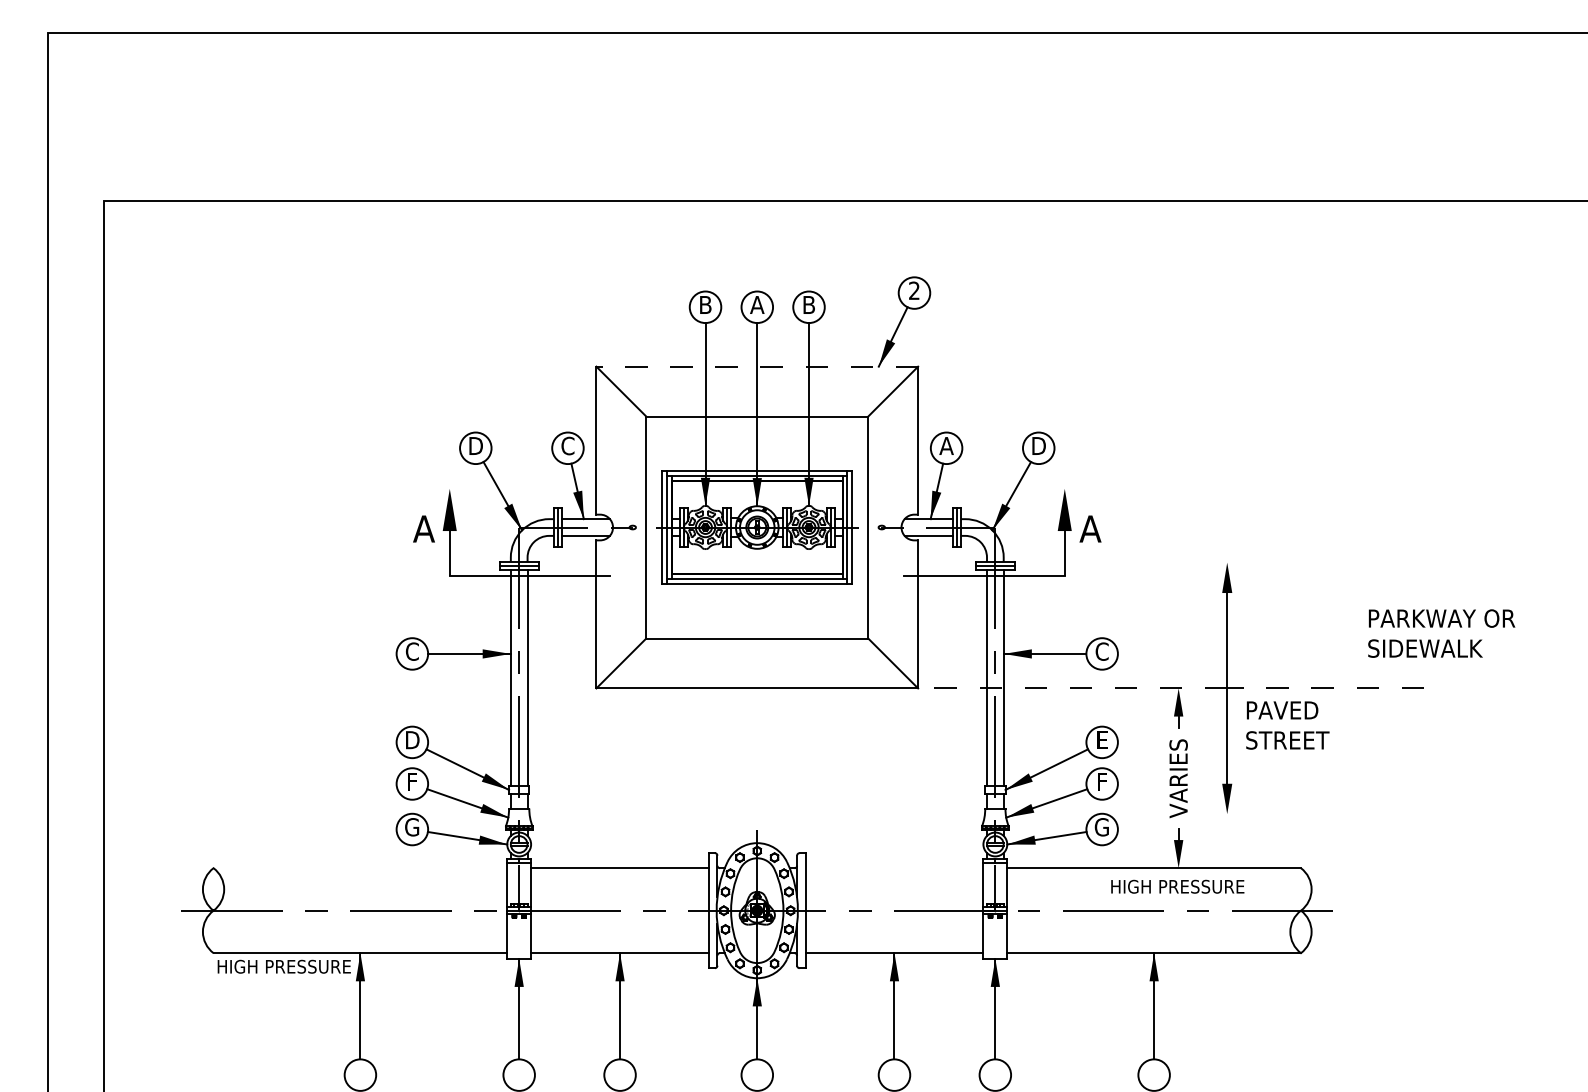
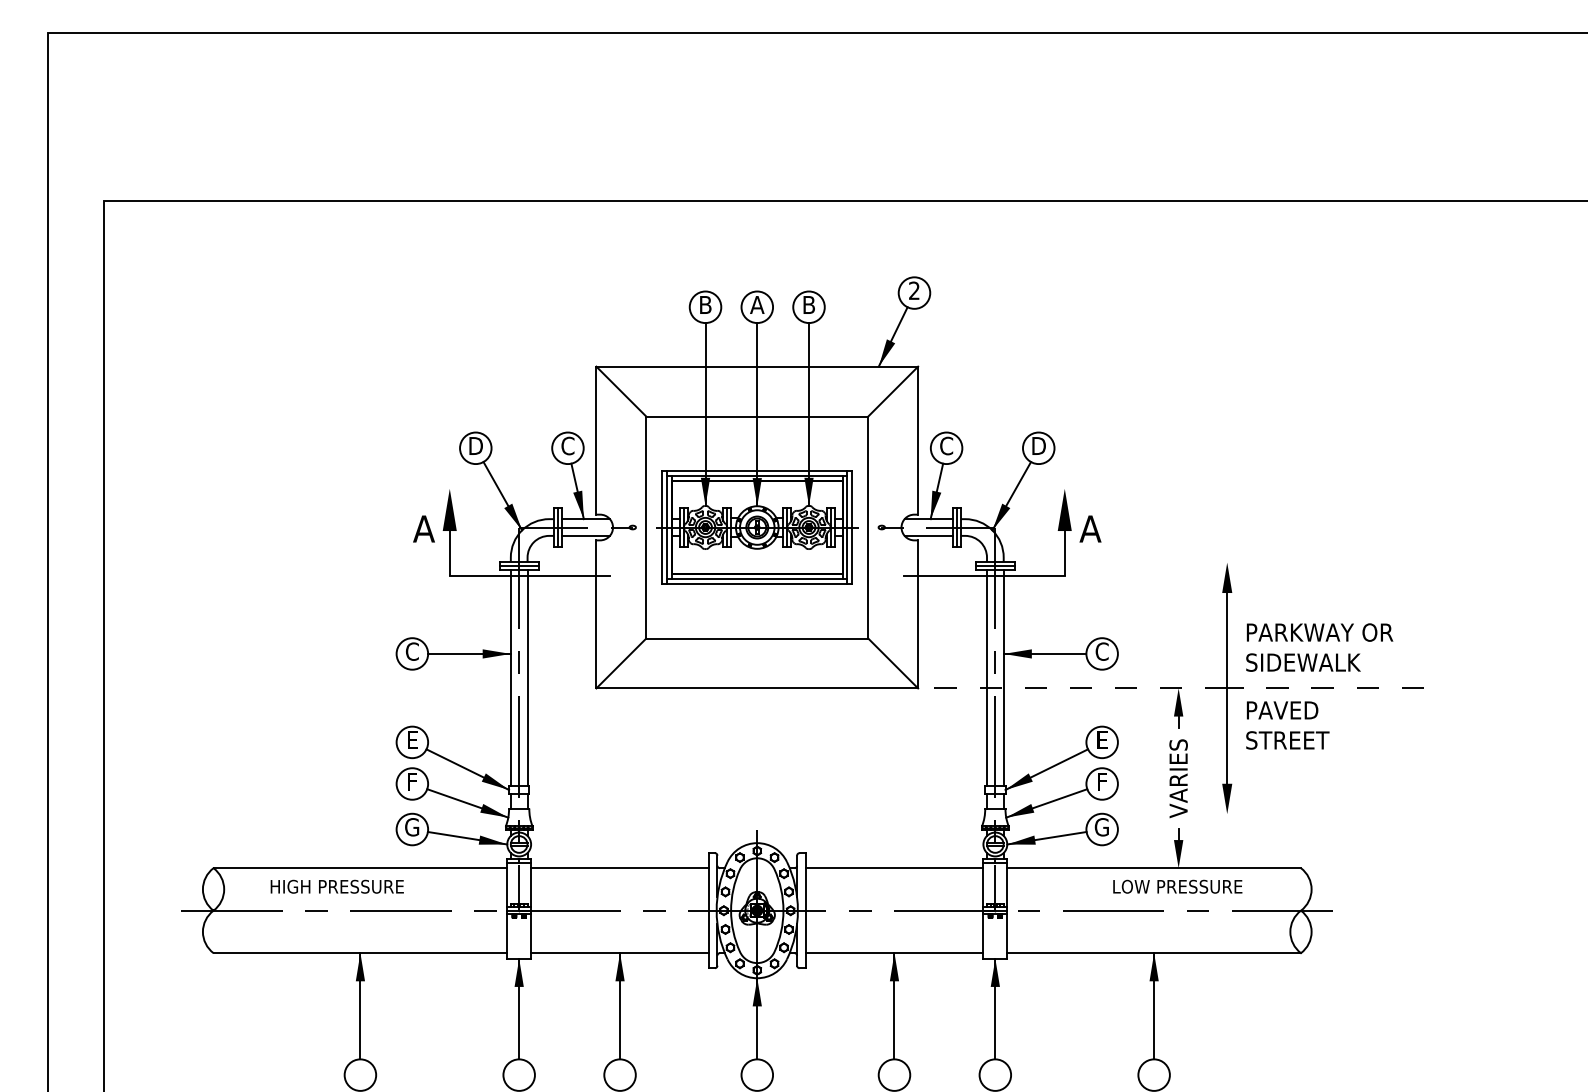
line at (757, 366): dashed -> solid
text at (946, 445): A -> C
text at (1441, 633) position: (1441, 633) -> (1319, 647)
text at (412, 740): D -> E
line at (360, 868): none -> present
line at (894, 868): none -> present
text at (1177, 886): HIGH PRESSURE -> LOW PRESSURE
text at (283, 966) position: (283, 966) -> (336, 886)
